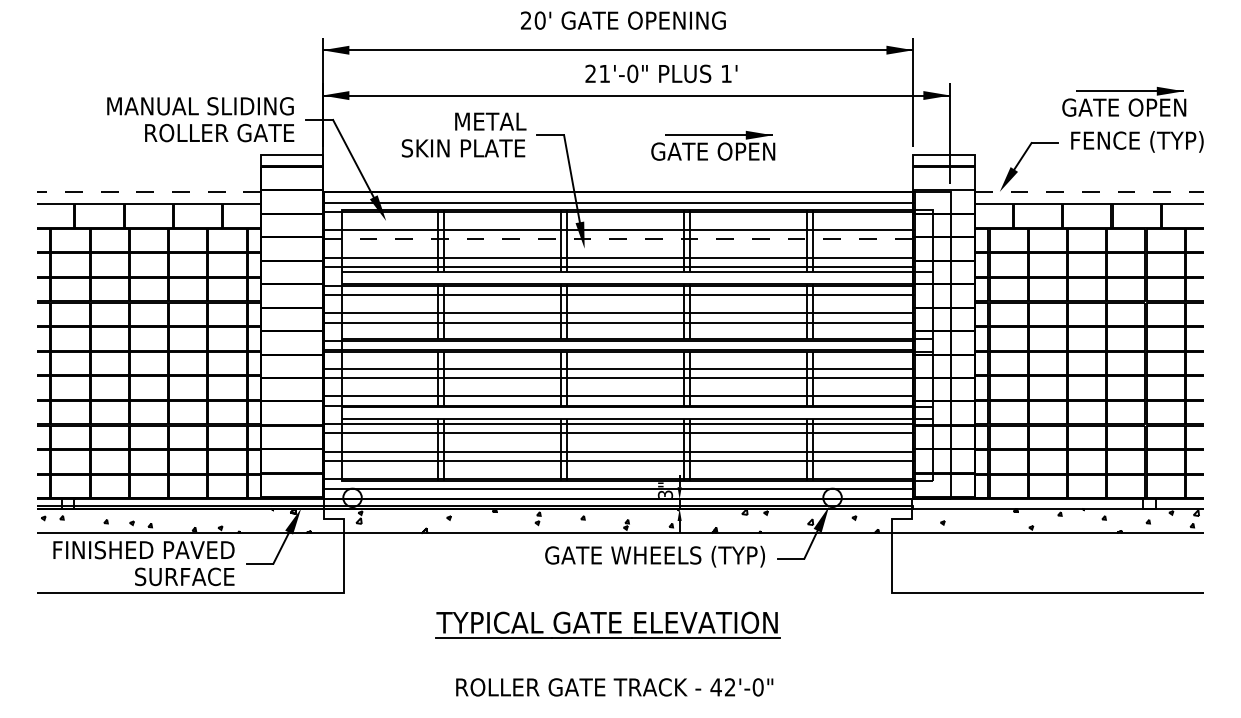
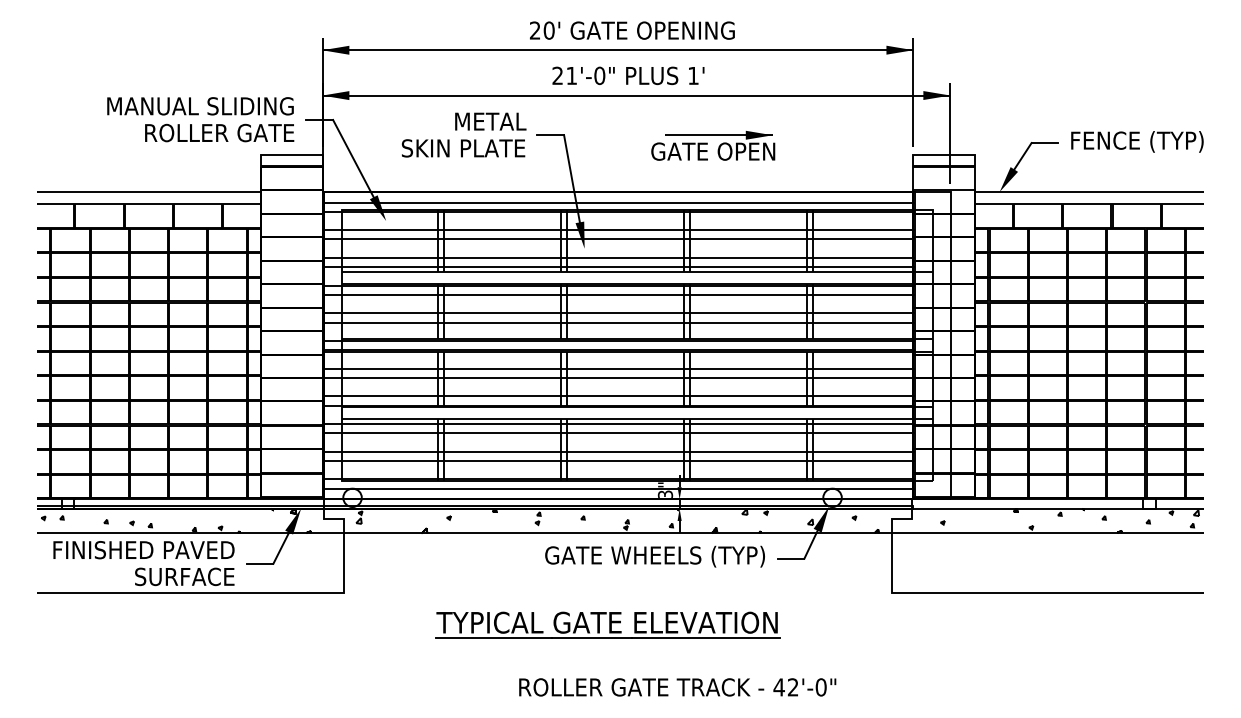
text at (623, 20) position: (623, 20) -> (632, 30)
text at (661, 73) position: (661, 73) -> (628, 75)
part at (1124, 101): present -> none
line at (148, 191): dashed -> solid
line at (1089, 191): dashed -> solid
line at (619, 239): dashed -> solid
text at (614, 687) position: (614, 687) -> (677, 687)
